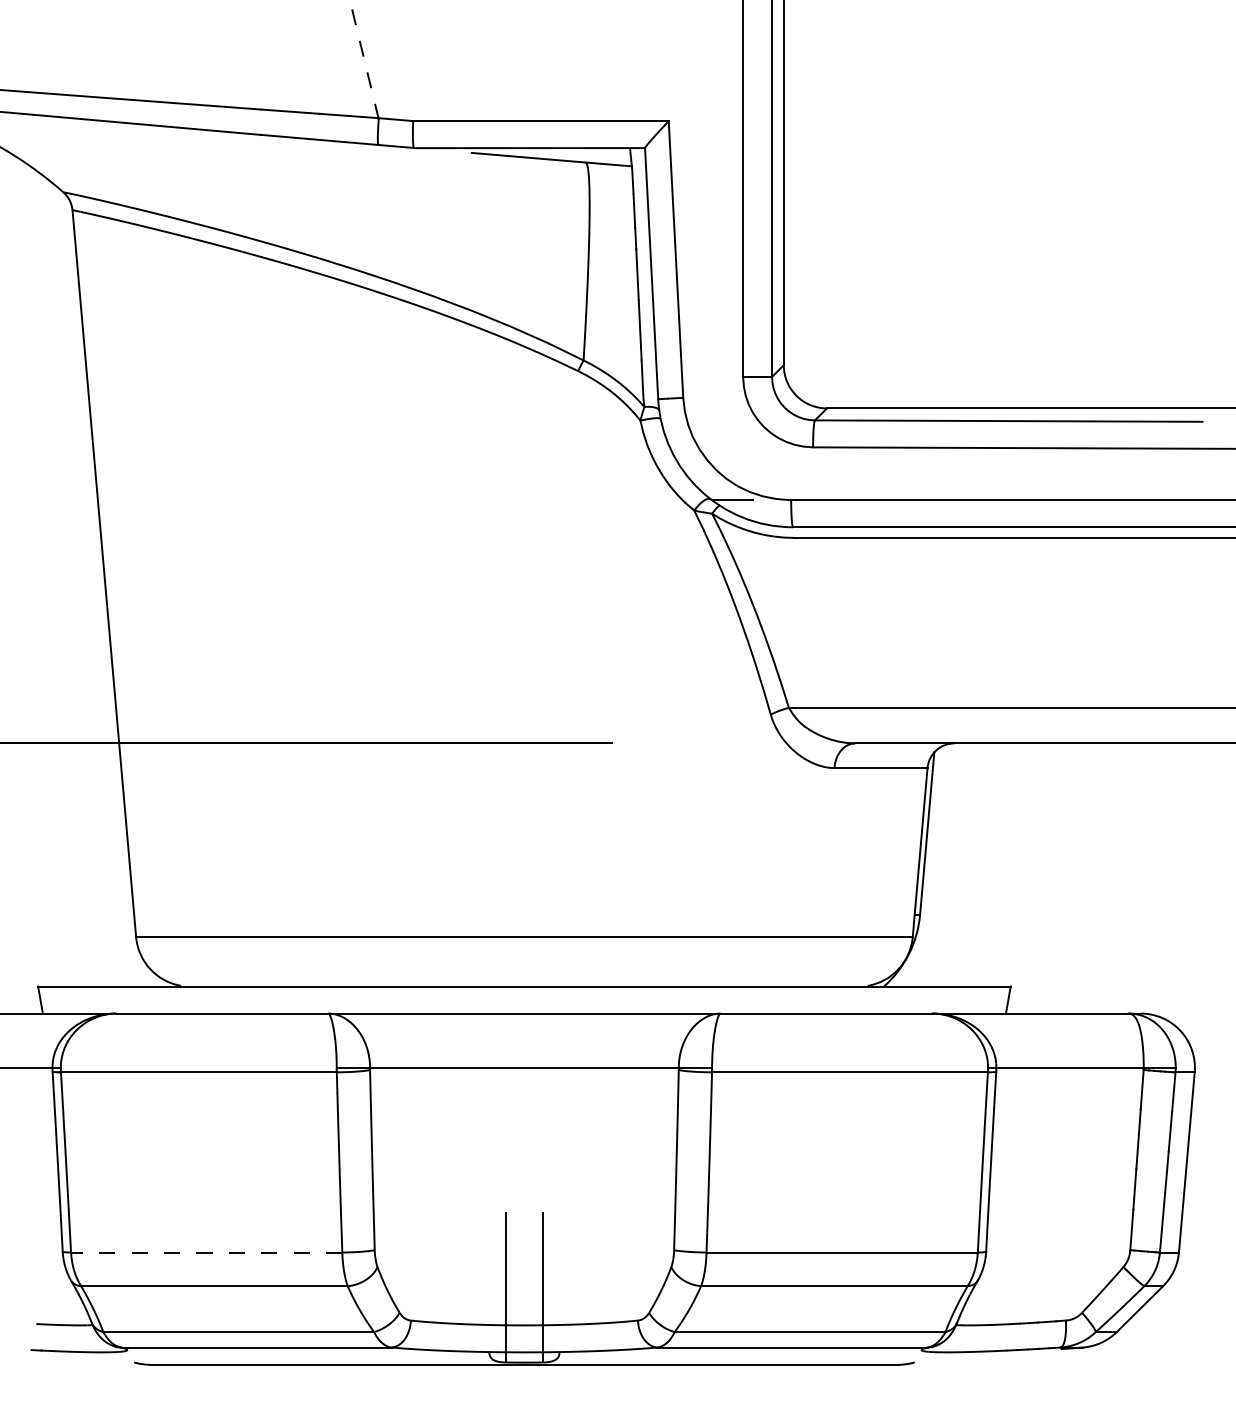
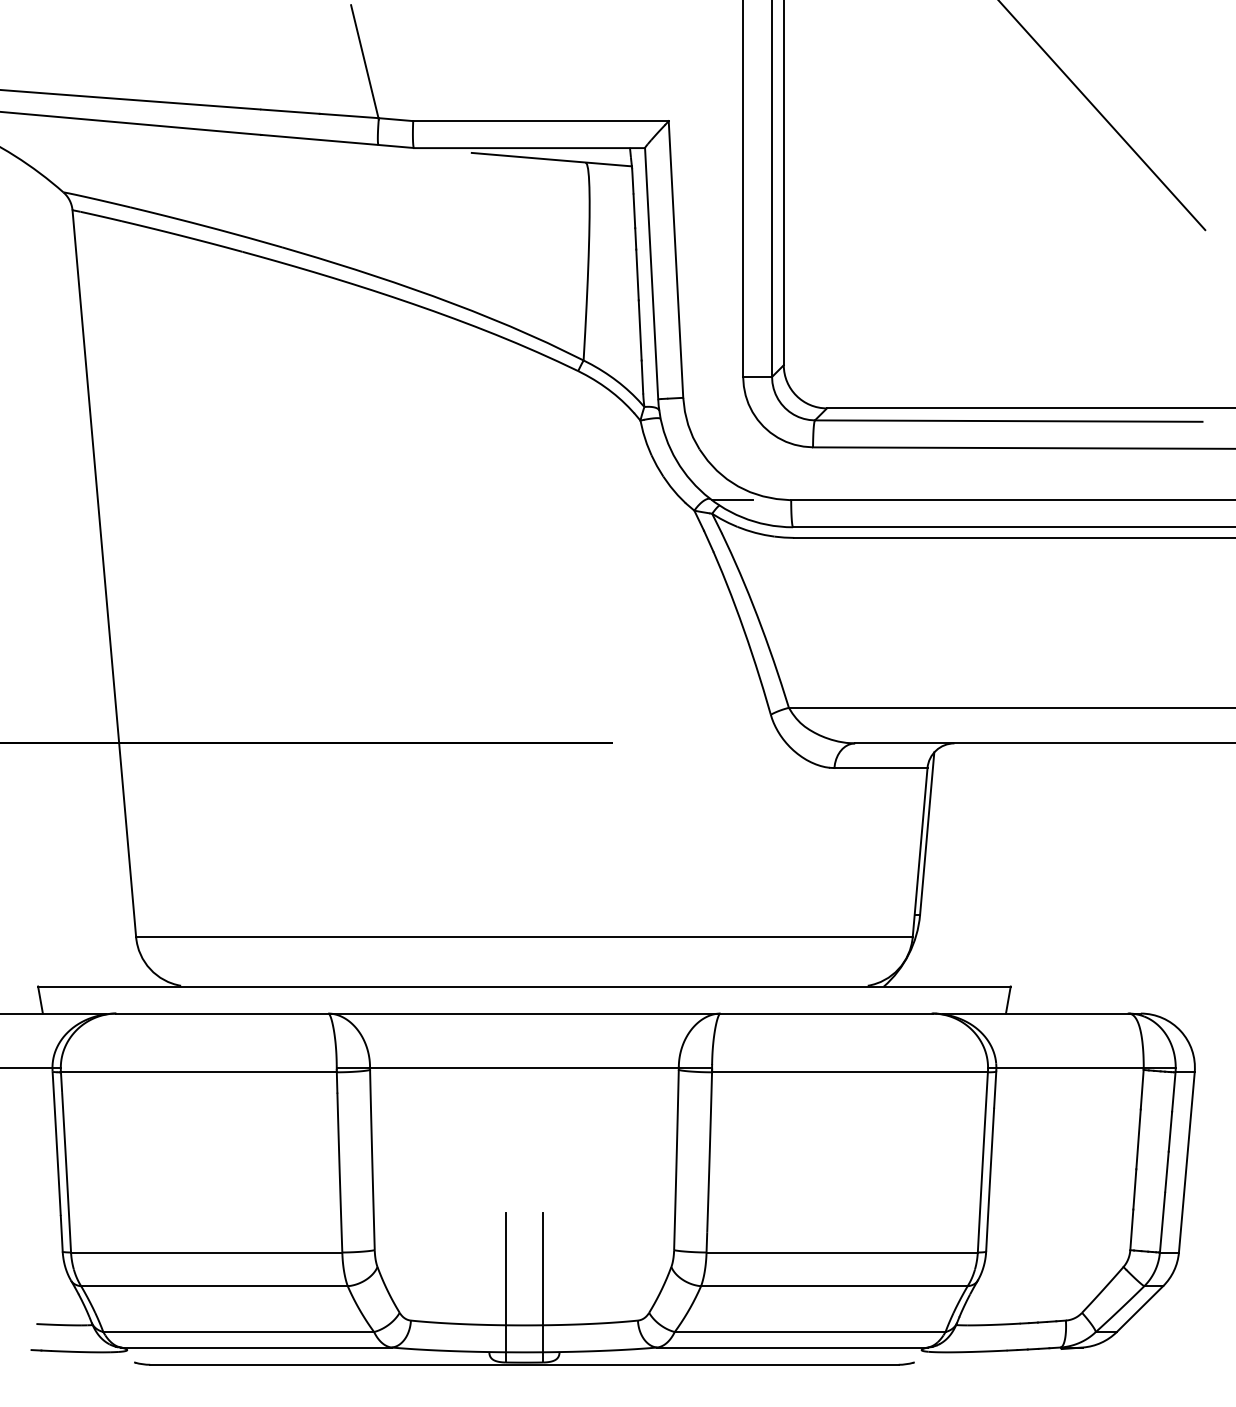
line at (364, 62): dashed -> solid
line at (1102, 116): none -> present
line at (206, 1252): dashed -> solid
